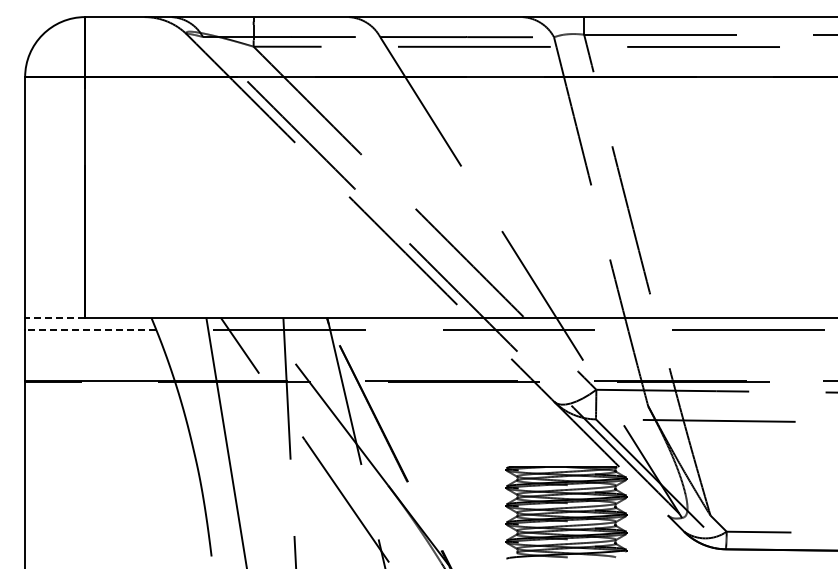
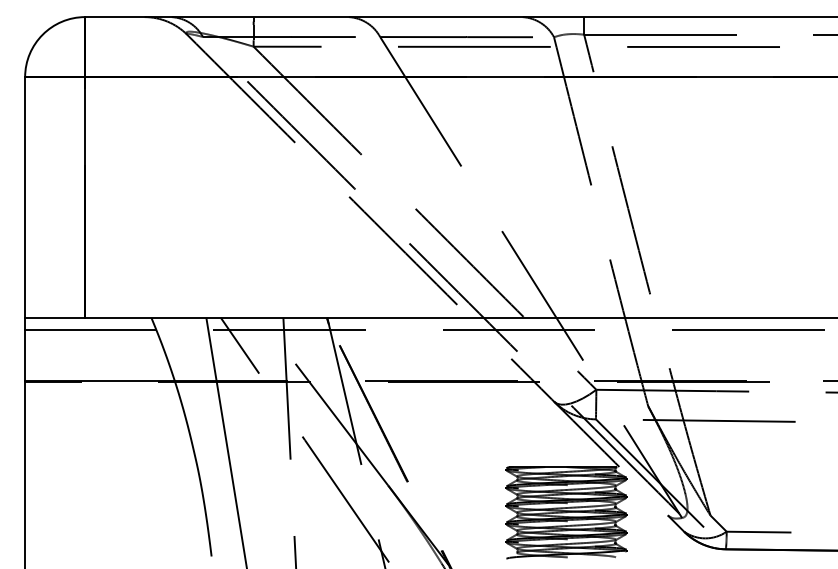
line at (54, 317): dashed -> solid
line at (90, 329): dashed -> solid
